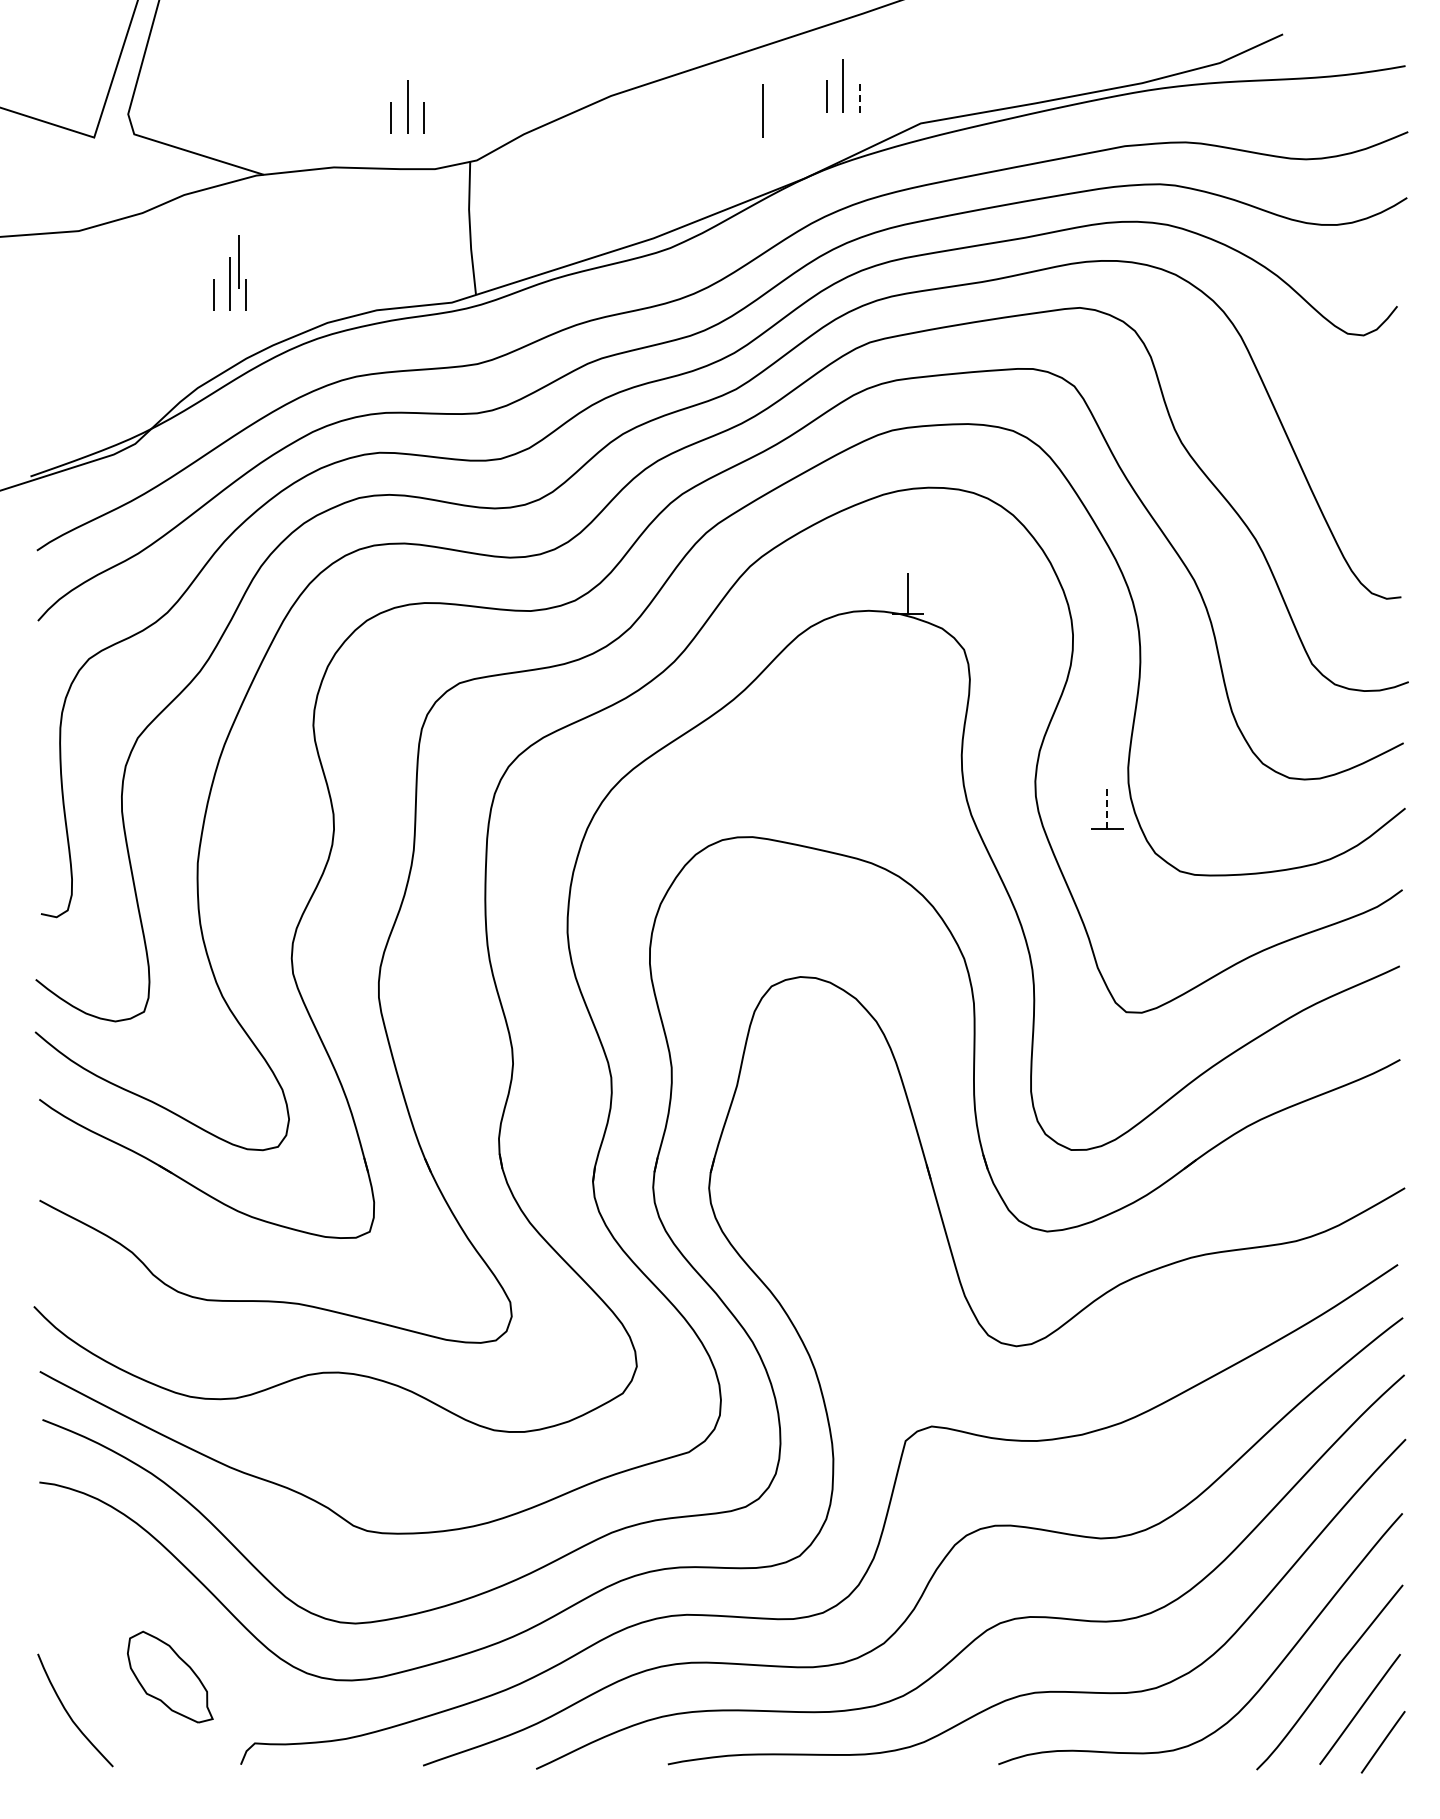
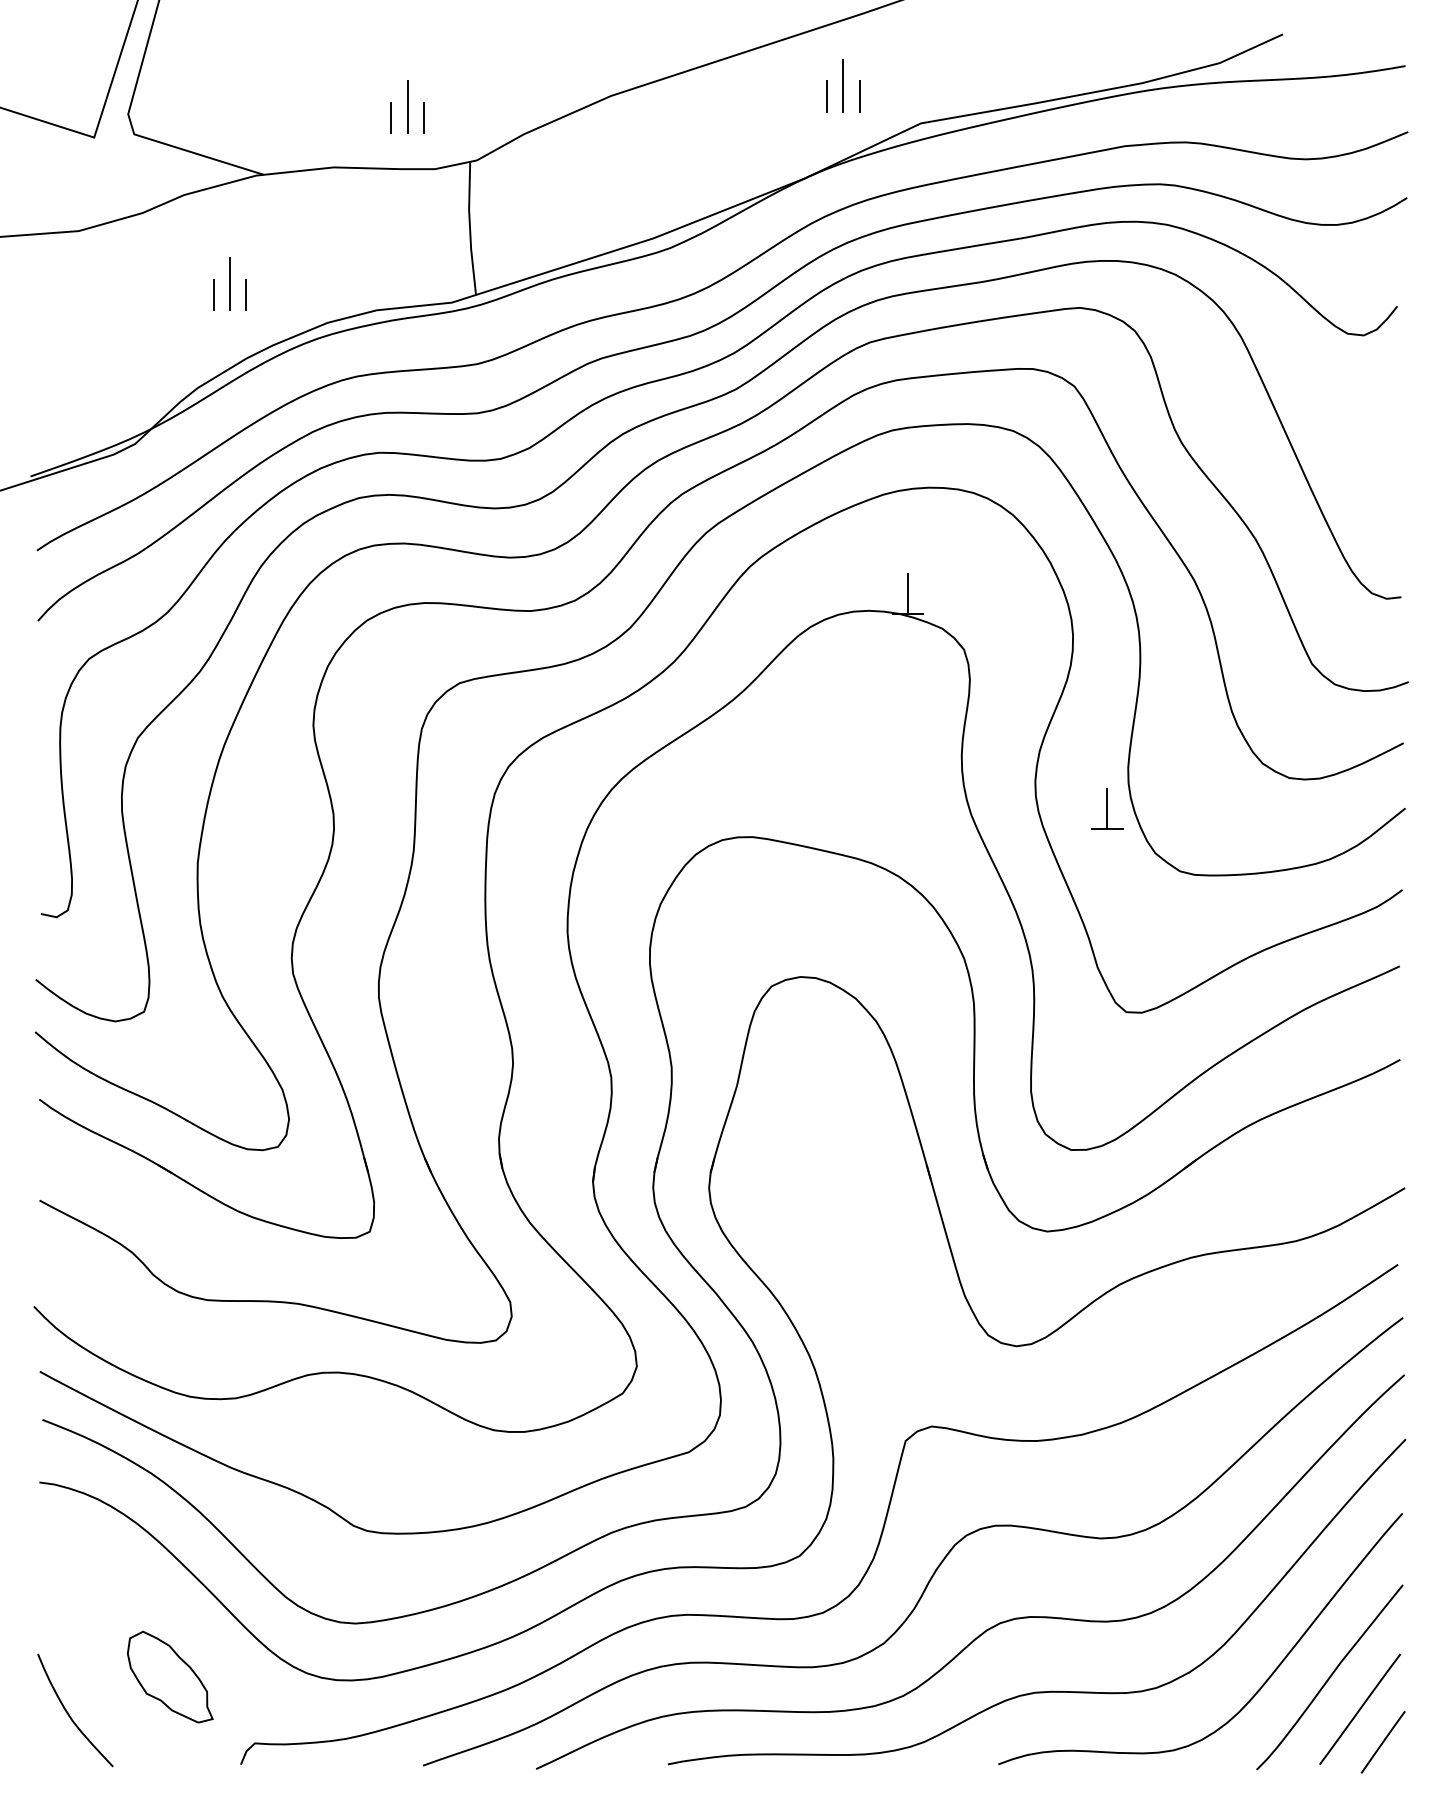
line at (859, 96): dashed -> solid
line at (762, 110): present -> none
line at (238, 261): present -> none
line at (1107, 808): dashed -> solid
